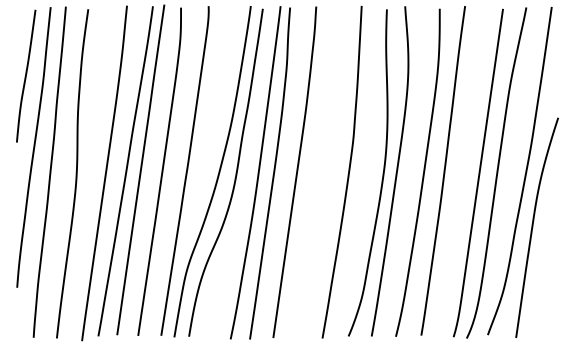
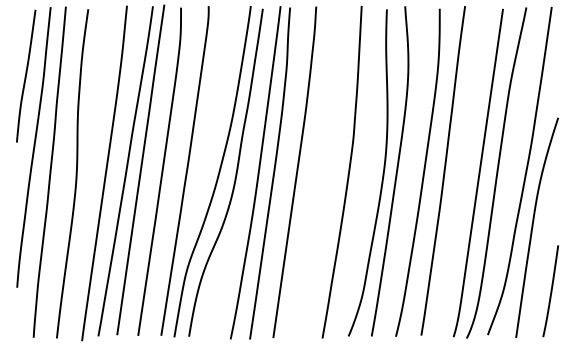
curve at (550, 291): none -> present
